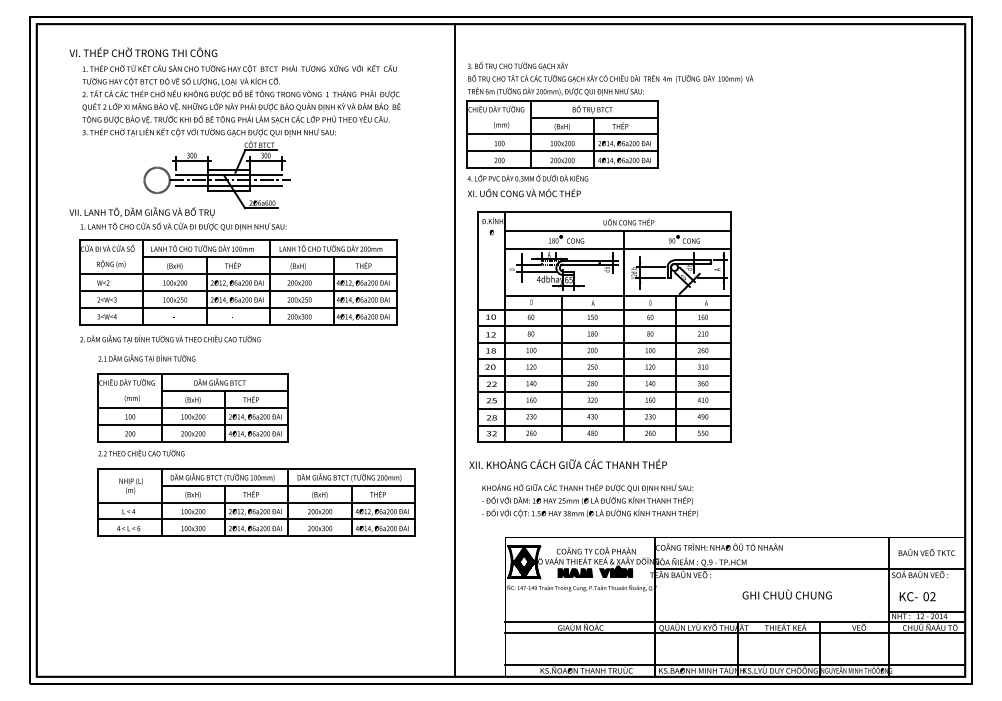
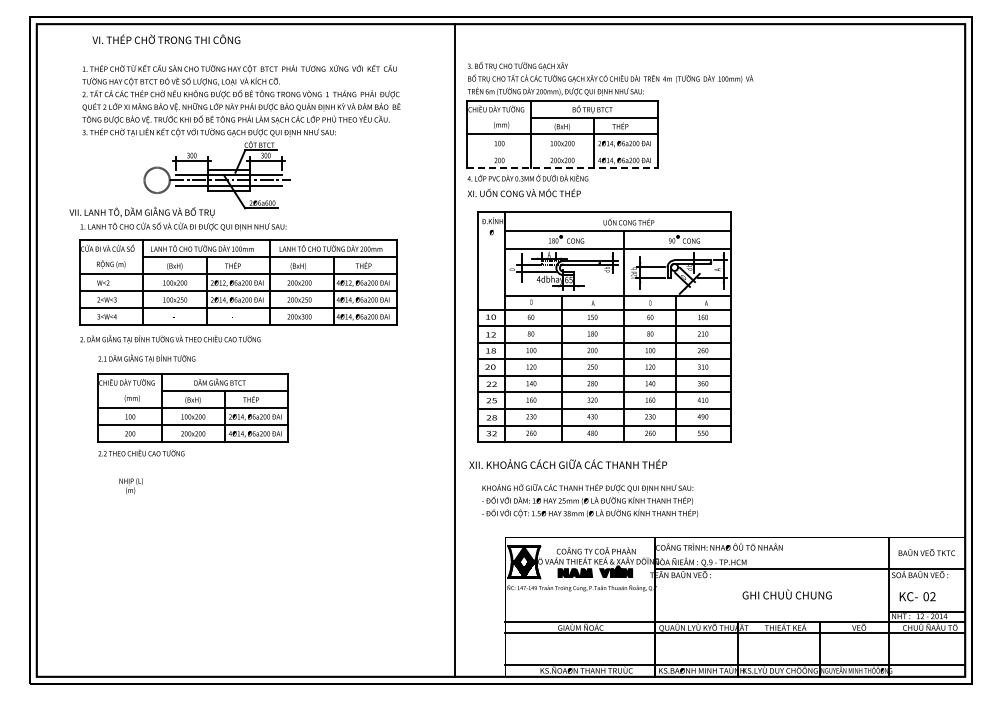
text at (143, 51) position: (143, 51) -> (166, 38)
line at (562, 151): present -> none
line at (563, 168): solid -> dashed
part at (256, 502): present -> none
